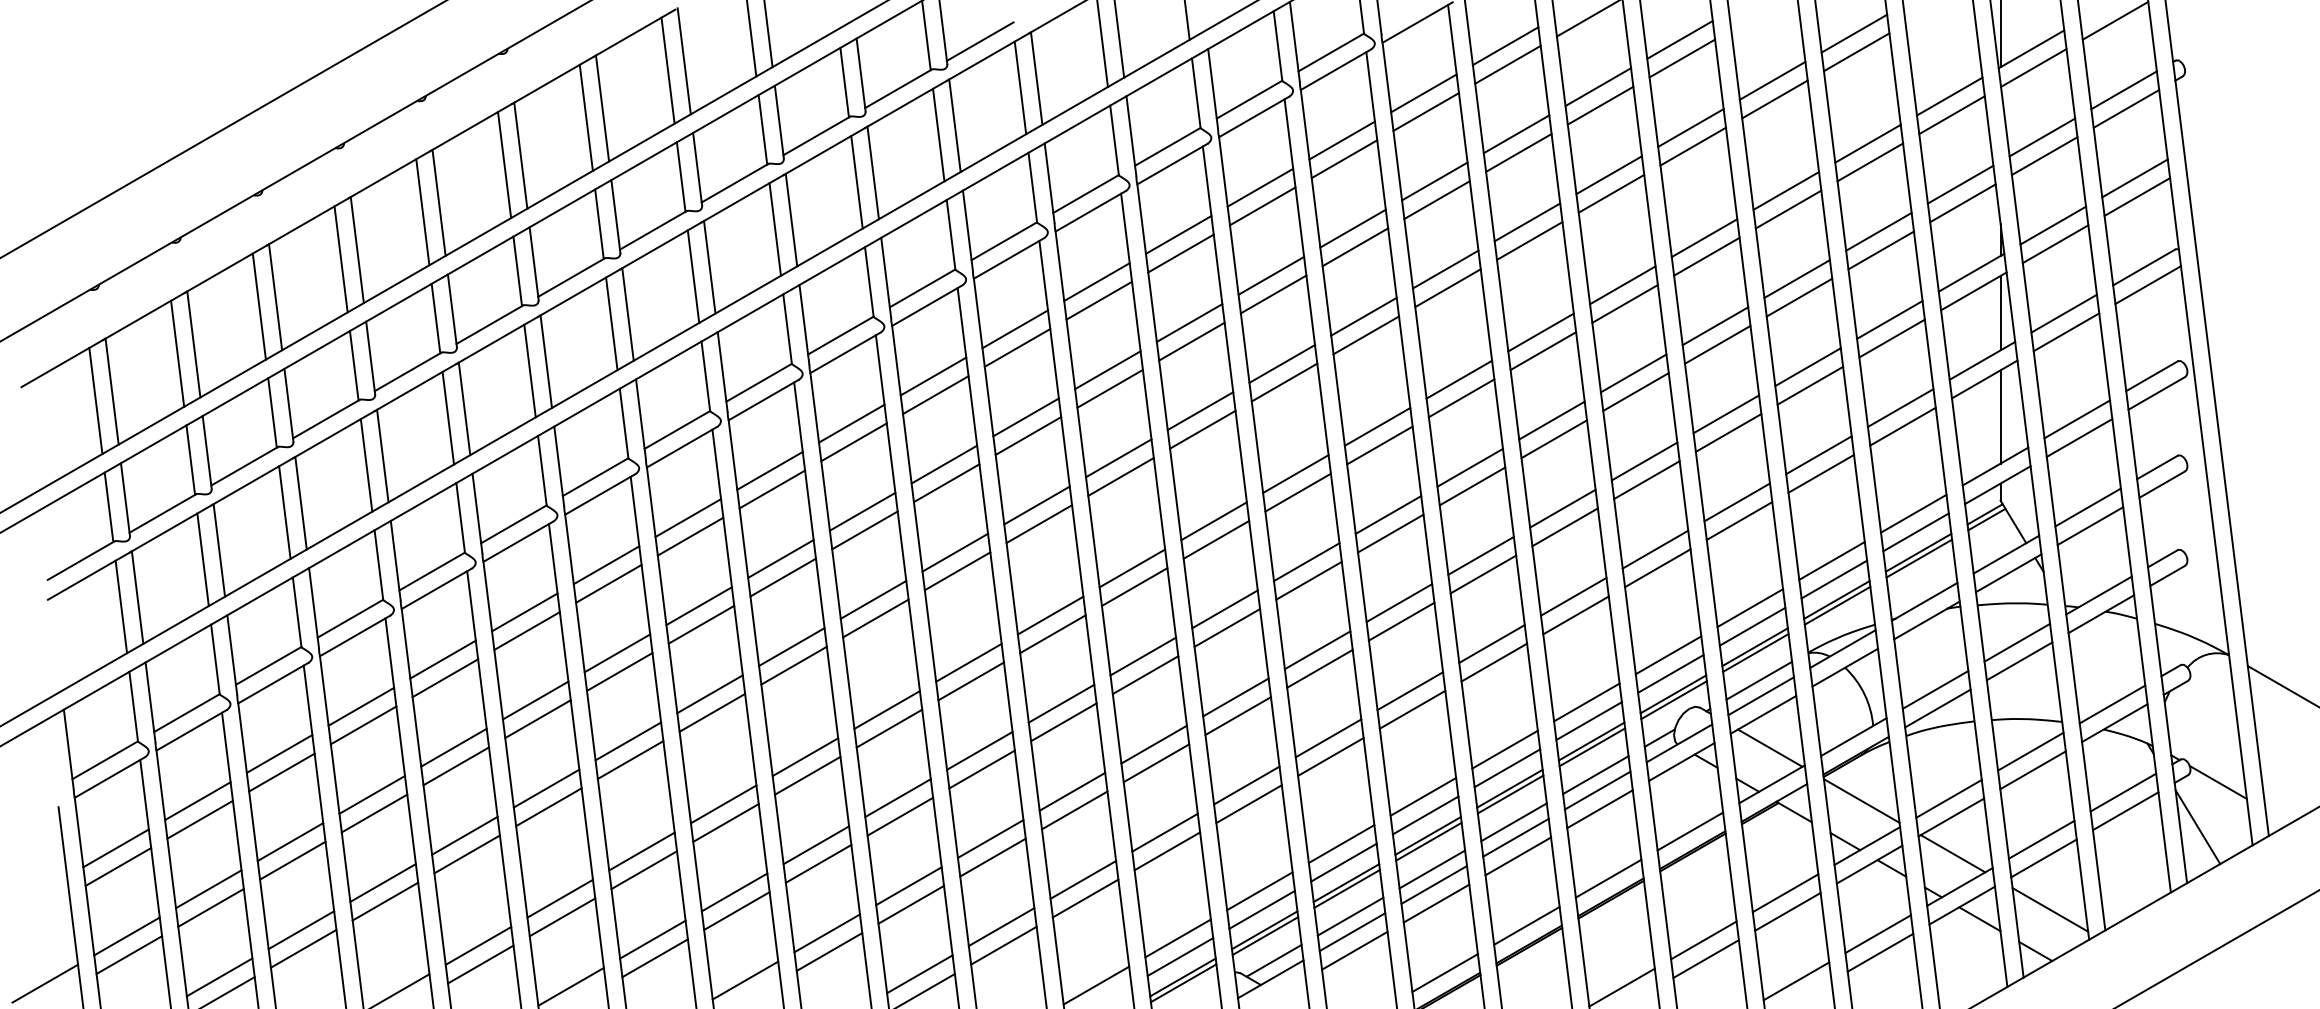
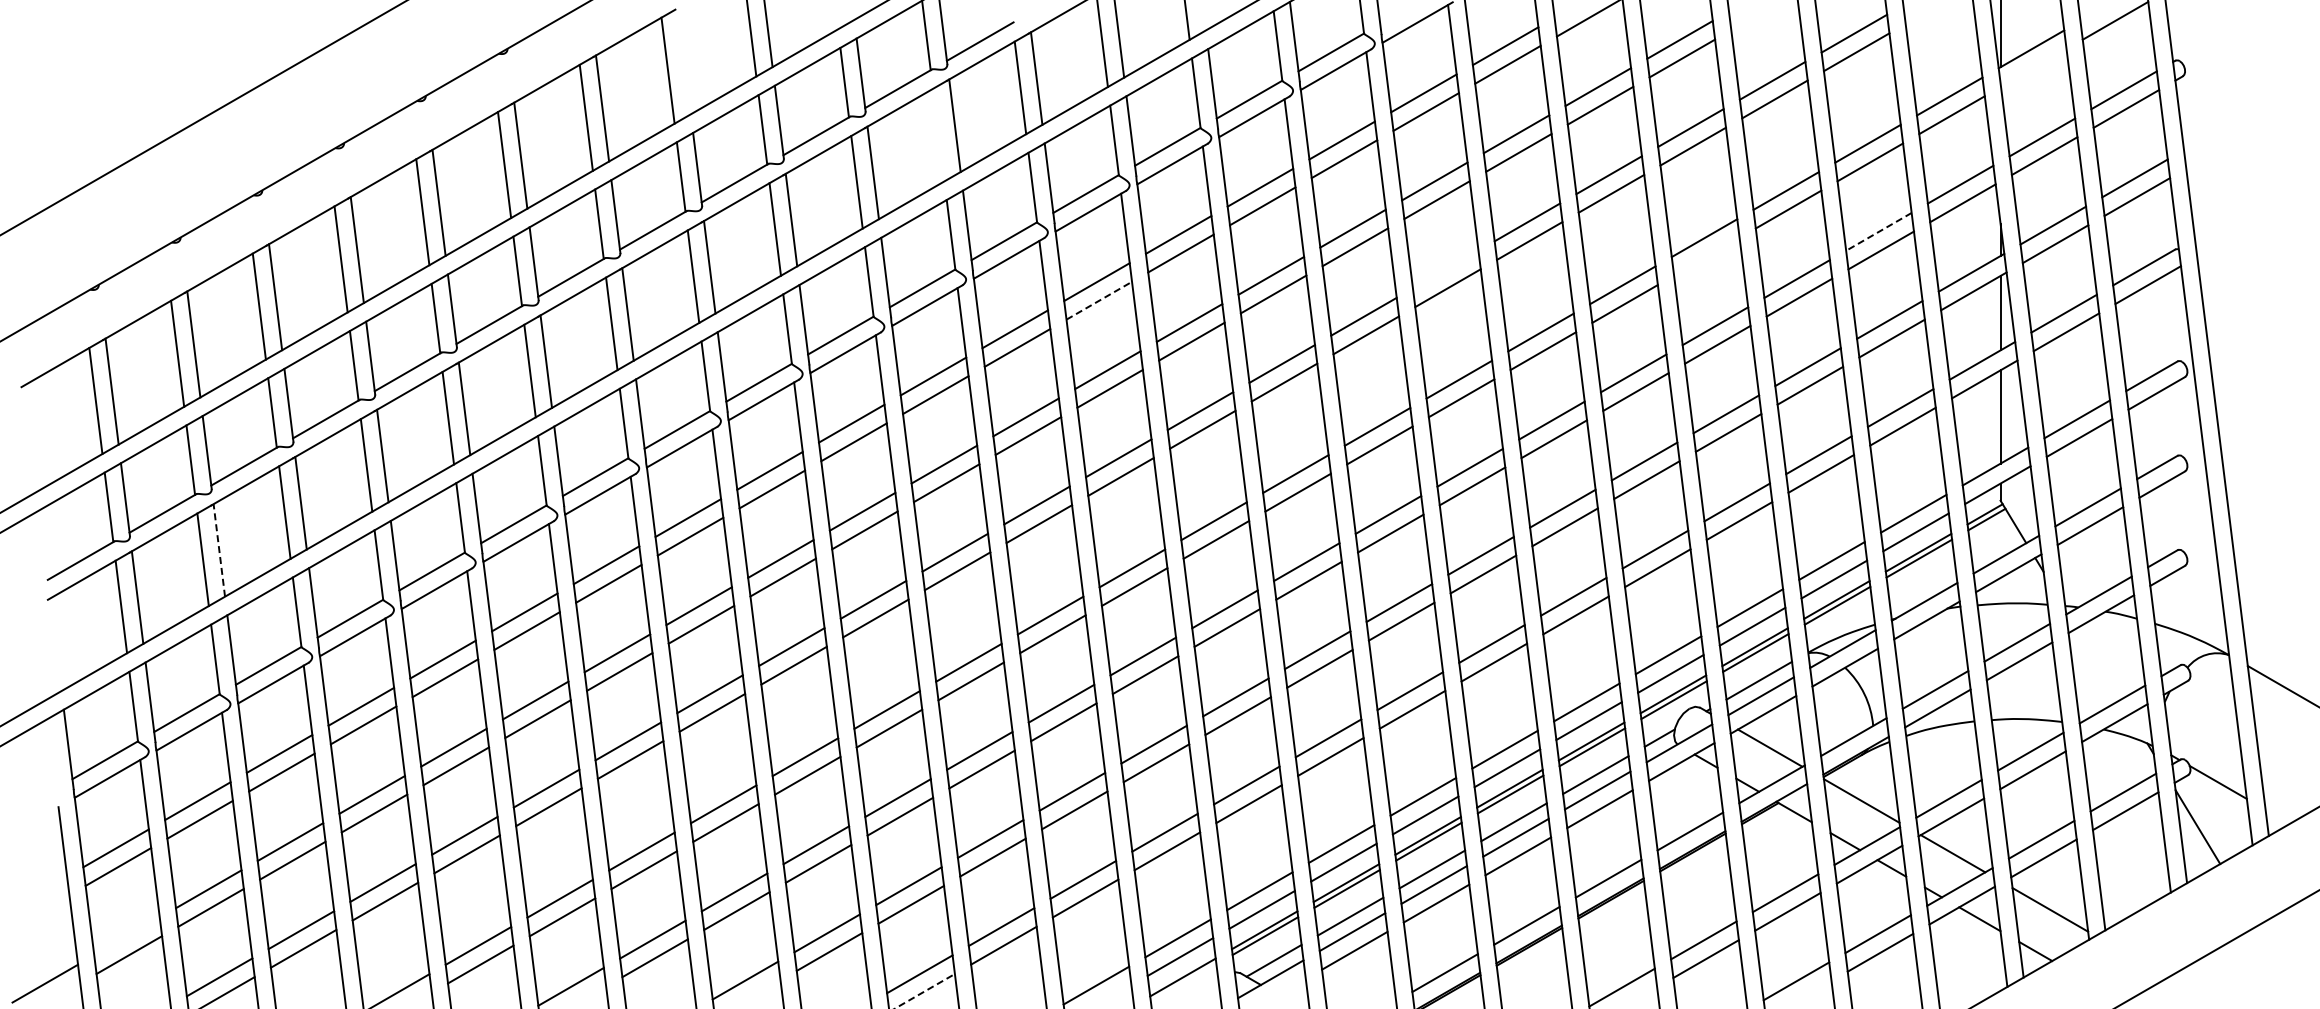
line at (683, 61): present -> none
line at (2033, 67): present -> none
line at (222, 129) position: (222, 129) -> (202, 117)
line at (938, 134): present -> none
line at (1878, 231): solid -> dashed
line at (1706, 256): present -> none
line at (1445, 269): present -> none
line at (1099, 300): solid -> dashed
line at (219, 550): solid -> dashed
line at (126, 936): present -> none
line at (1183, 983): present -> none
line at (924, 991): solid -> dashed
